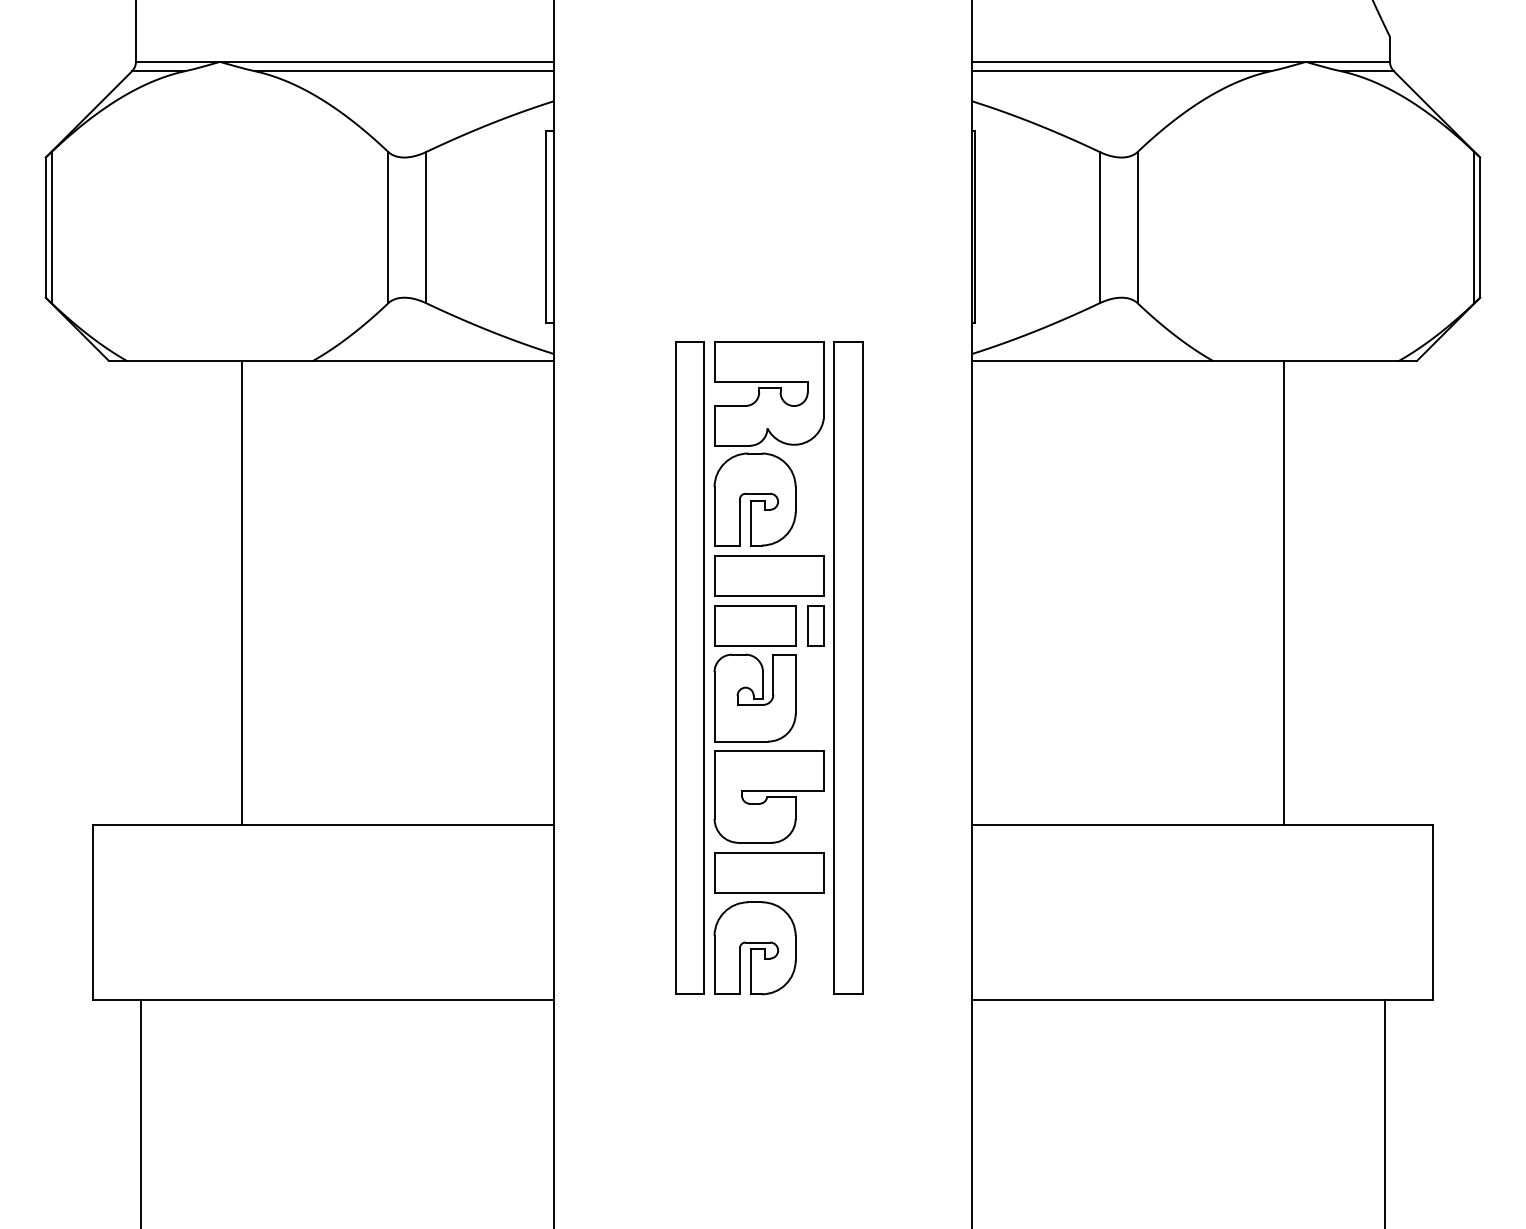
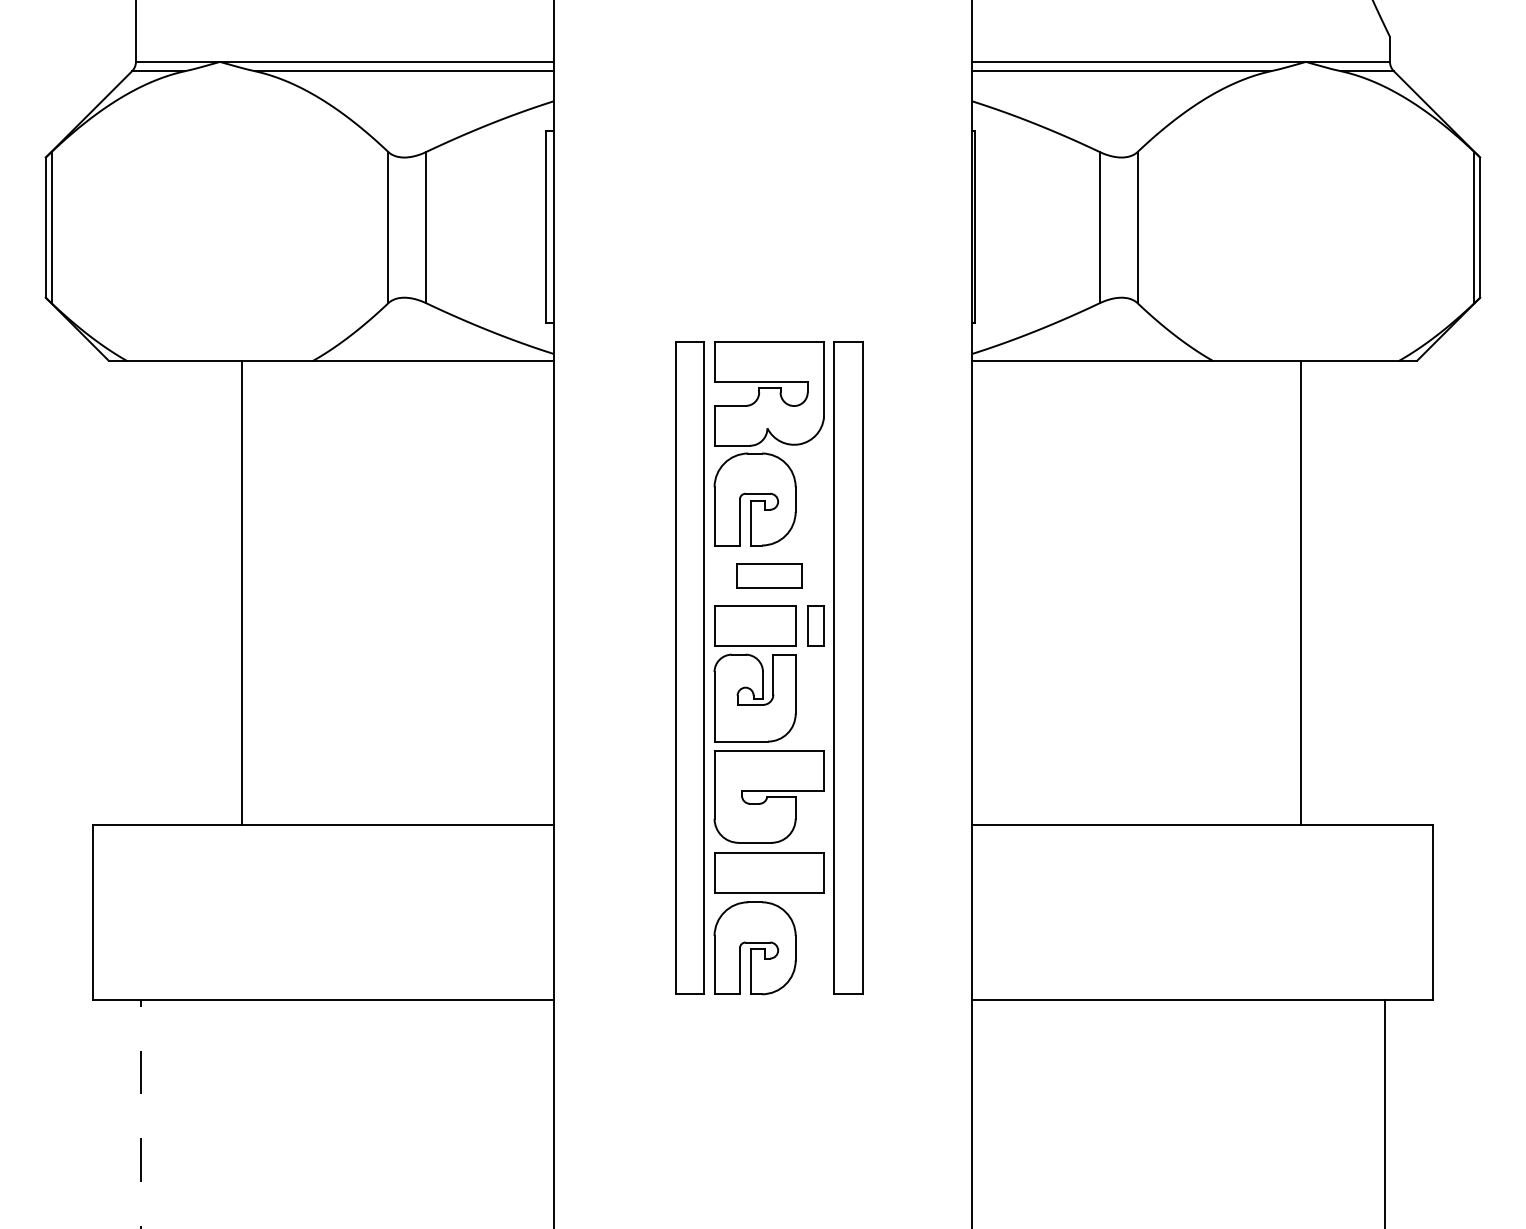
part at (769, 575) size: 111x42 px -> 67x26 px
line at (1284, 592) position: (1284, 592) -> (1301, 592)
line at (141, 1114): solid -> dashed
